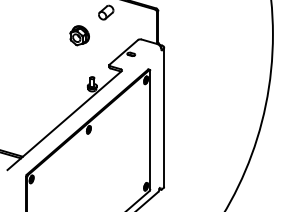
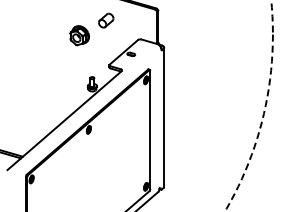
part at (106, 12) position: (106, 12) -> (106, 20)
circle at (248, 105): solid -> dashed
